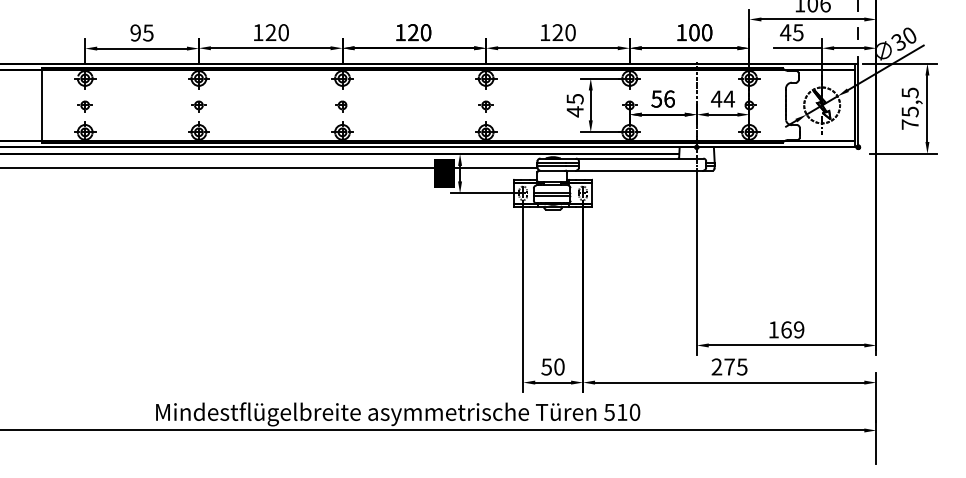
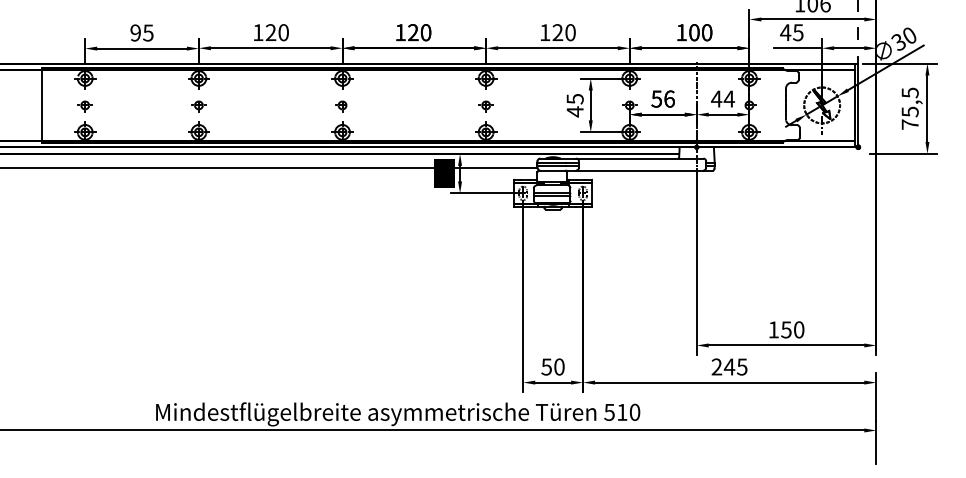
text at (792, 329): 169 -> 150
text at (729, 366): 275 -> 245
